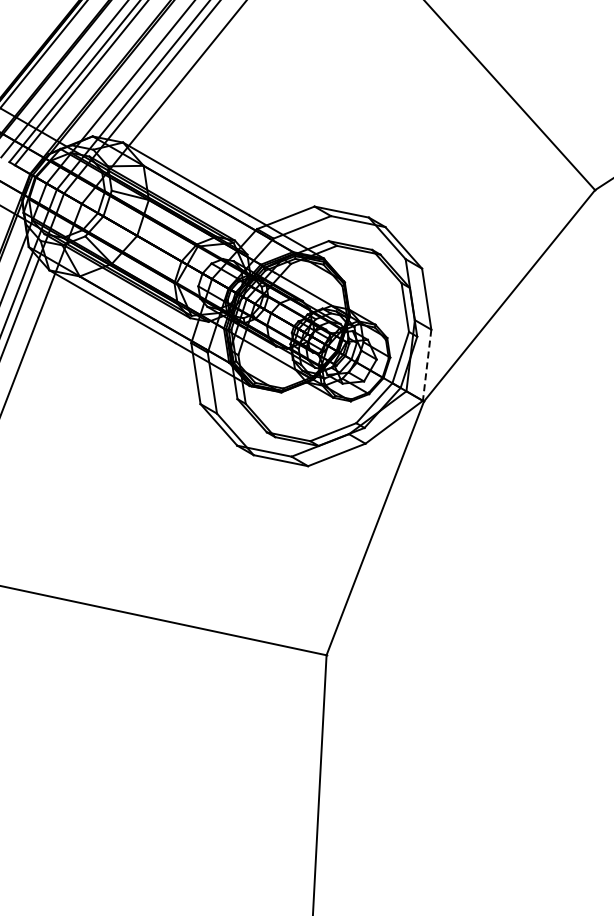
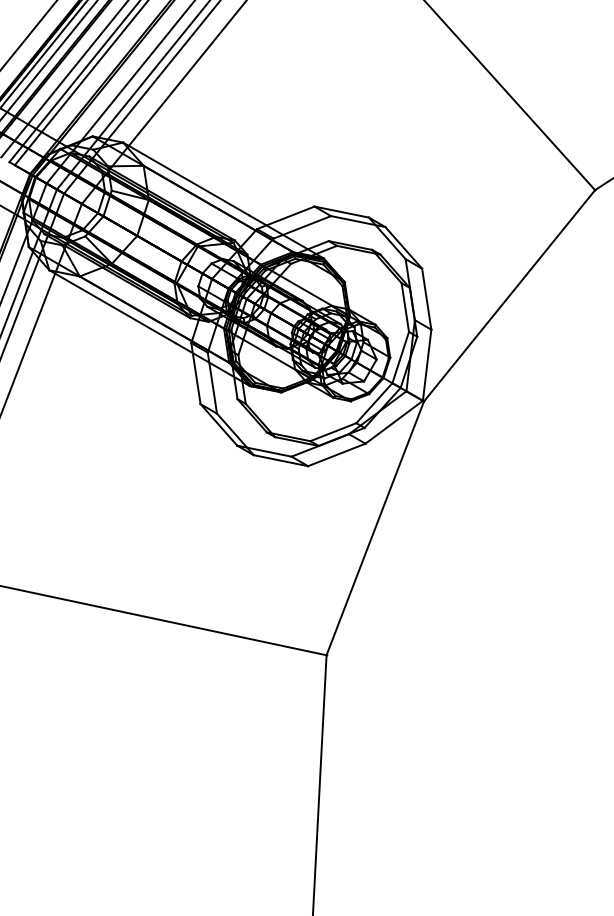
line at (28, 34): none -> present
line at (49, 60): none -> present
line at (427, 365): dashed -> solid
